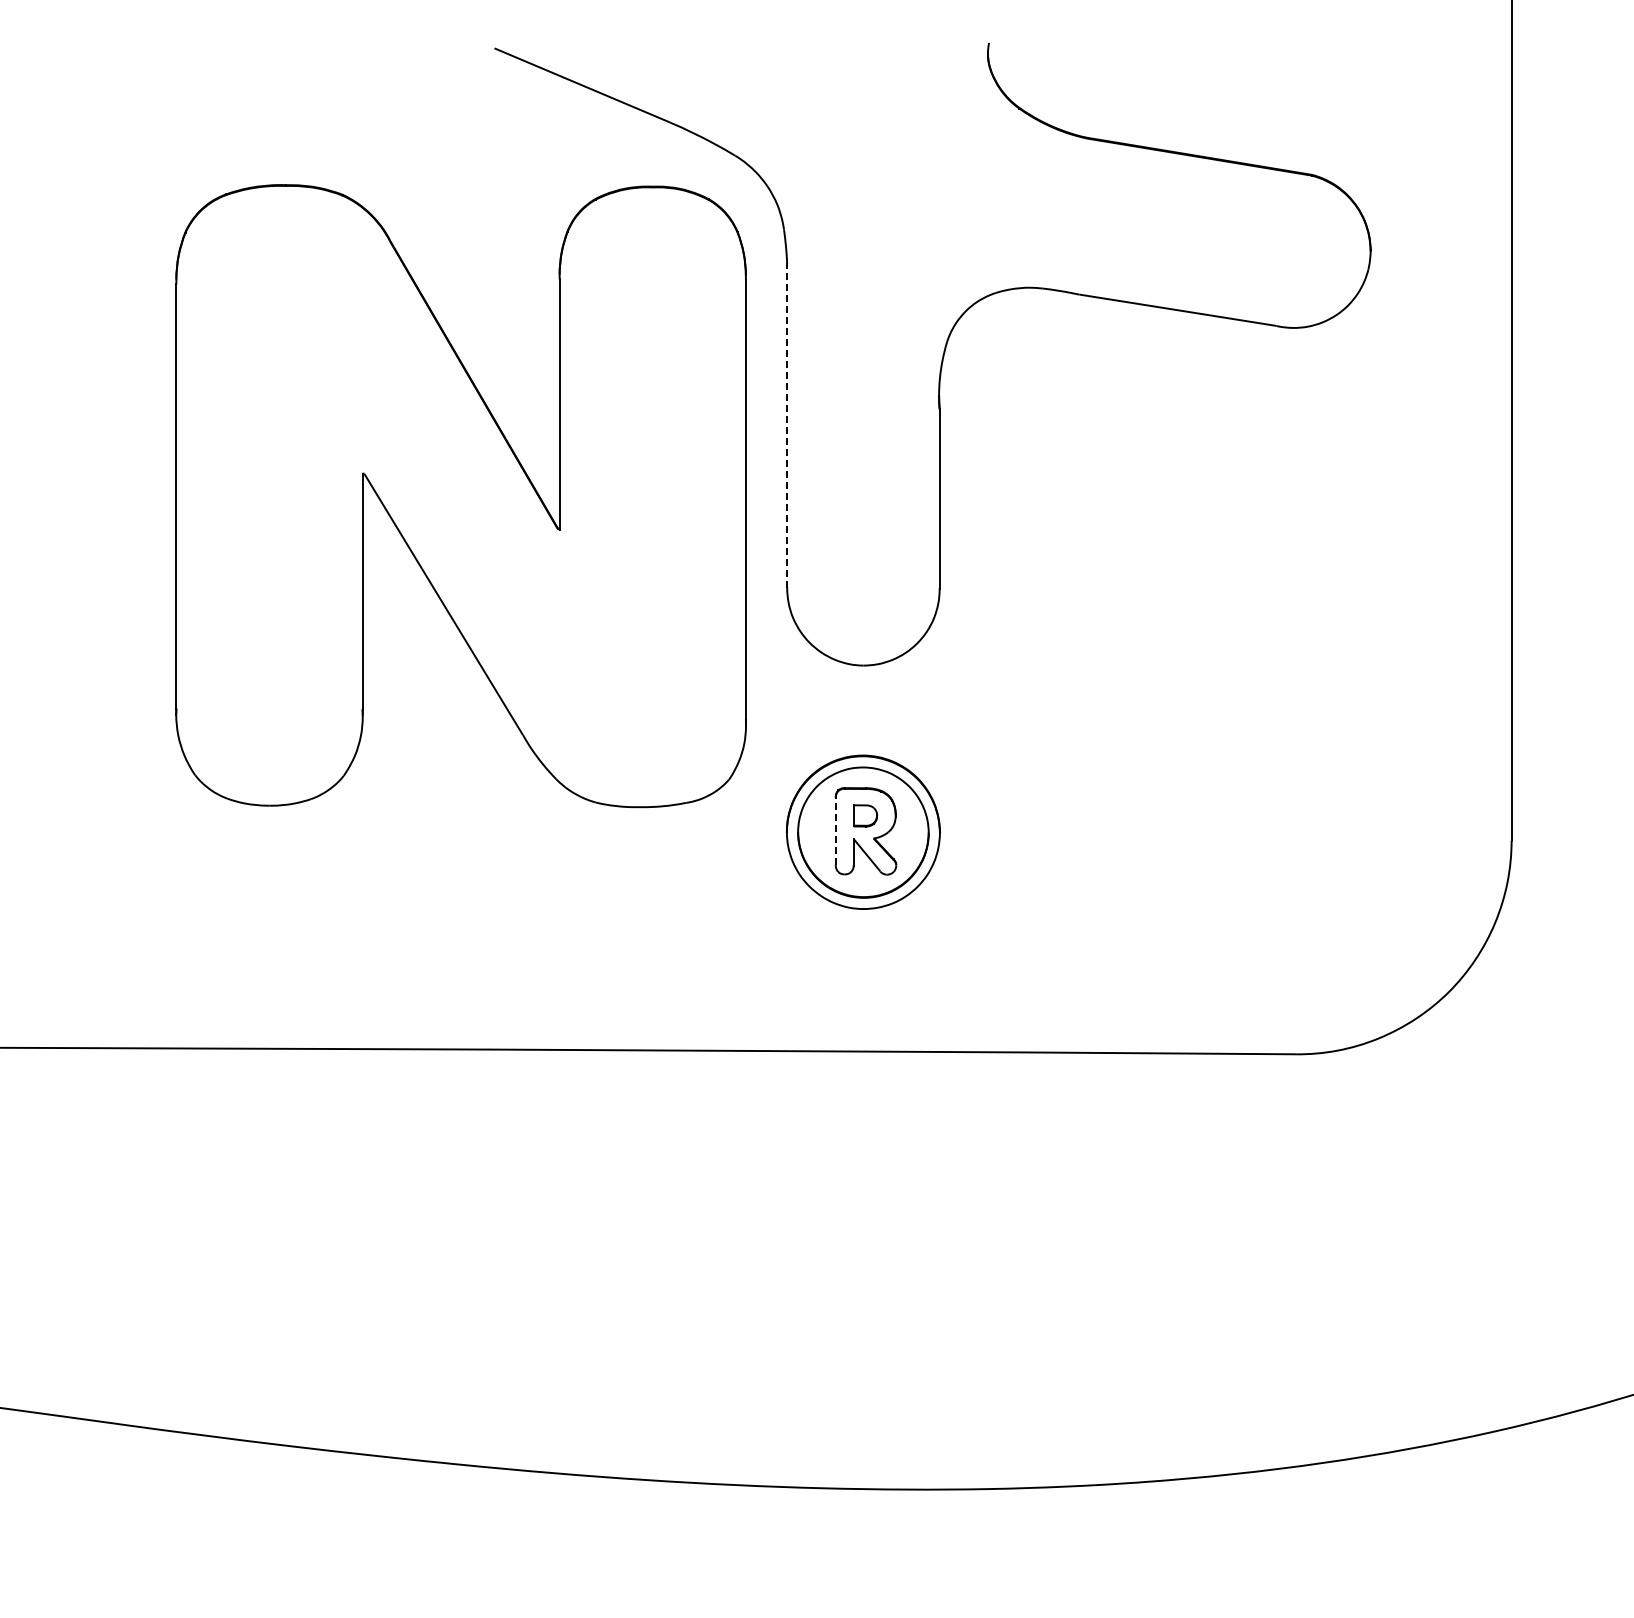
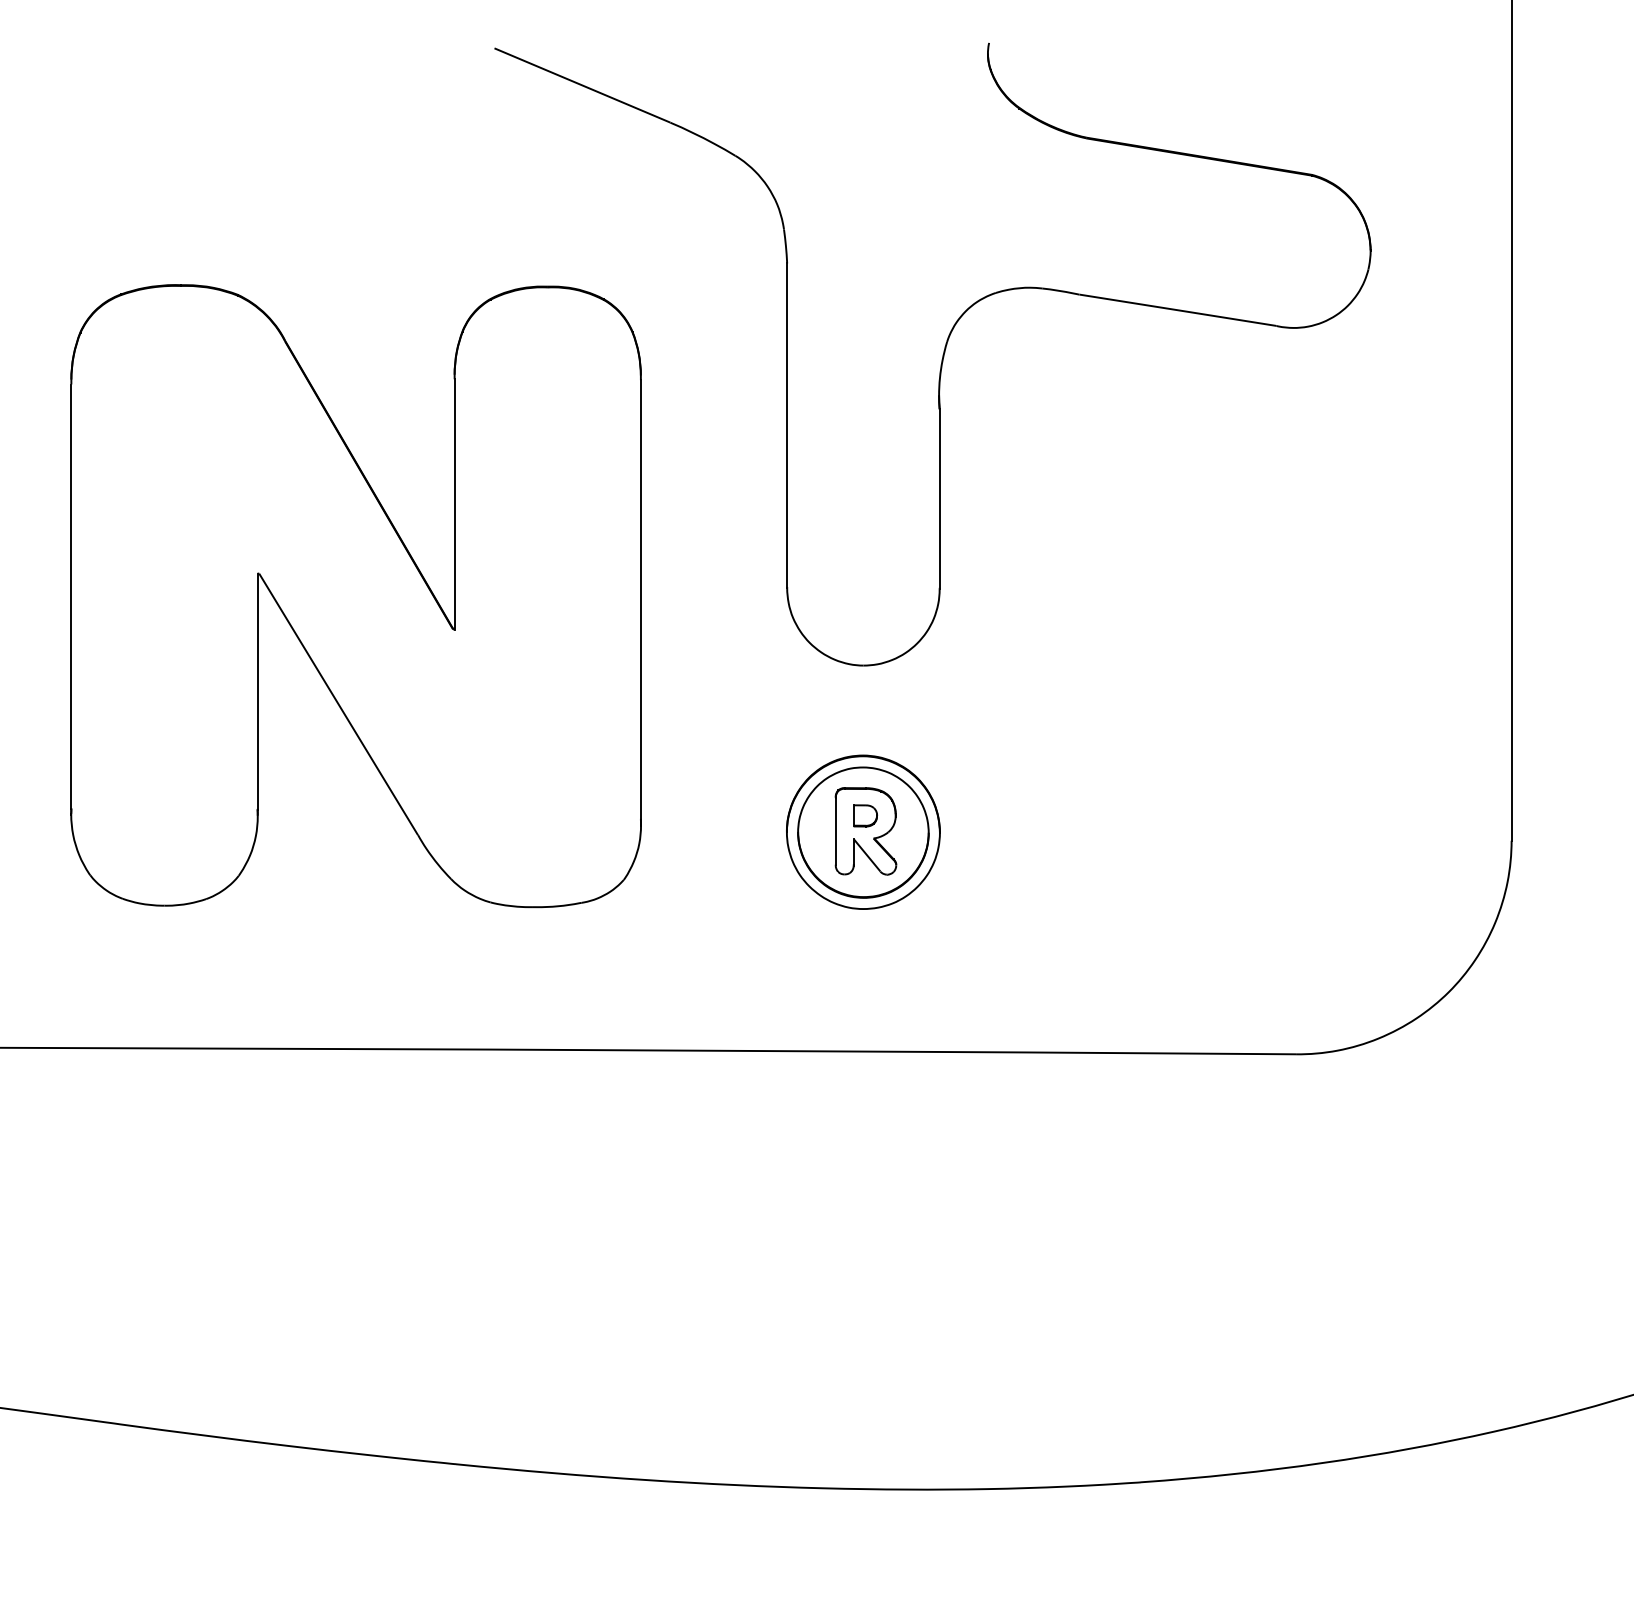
line at (787, 425): dashed -> solid
part at (460, 496) position: (460, 496) -> (355, 596)
line at (835, 831): dashed -> solid
